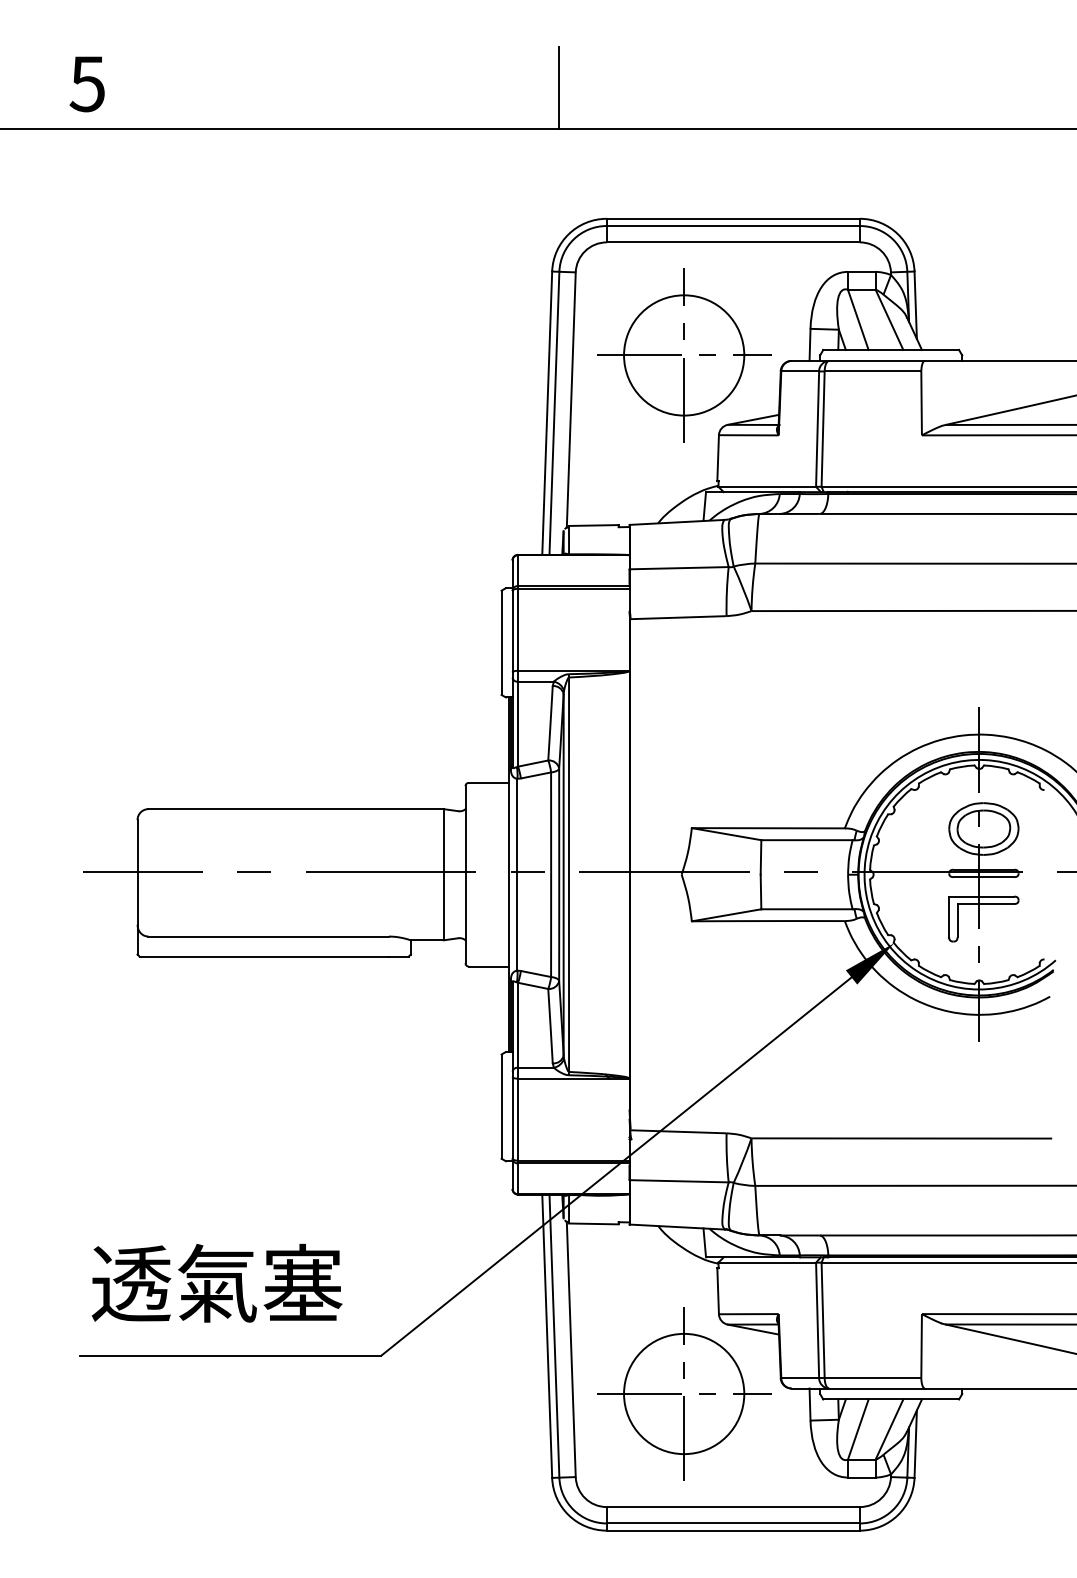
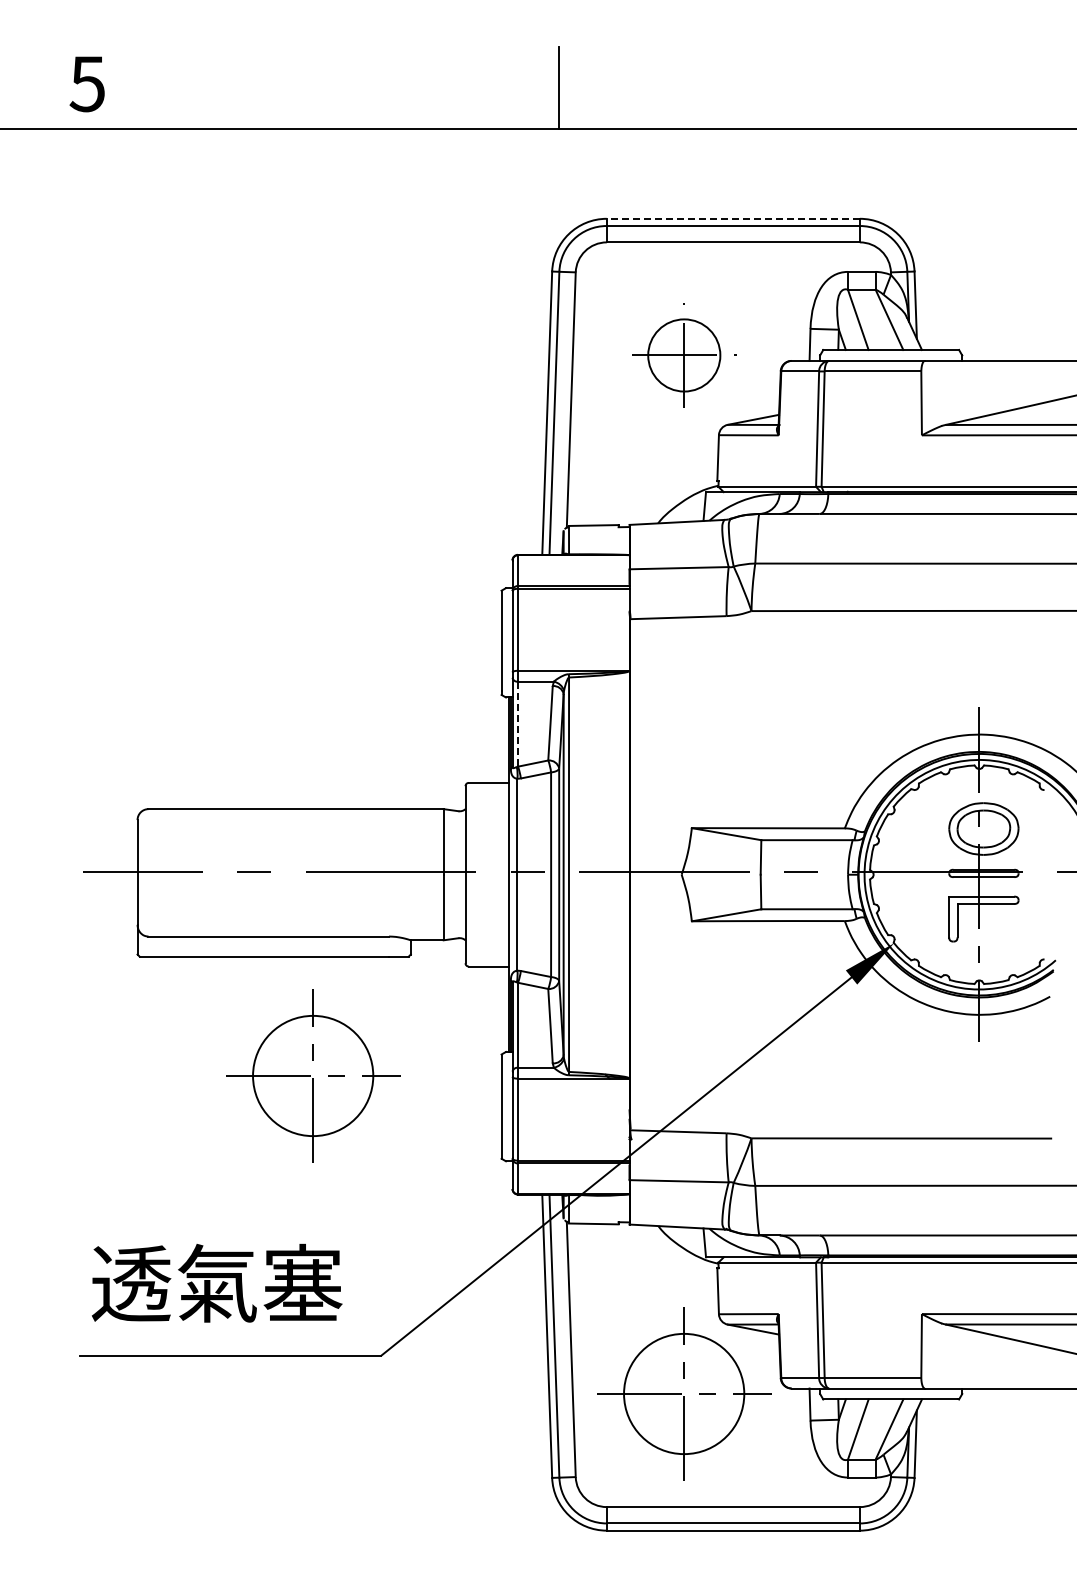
line at (733, 218): solid -> dashed
part at (684, 355) size: 175x175 px -> 105x105 px
line at (517, 724): solid -> dashed
part at (313, 1075): none -> present
